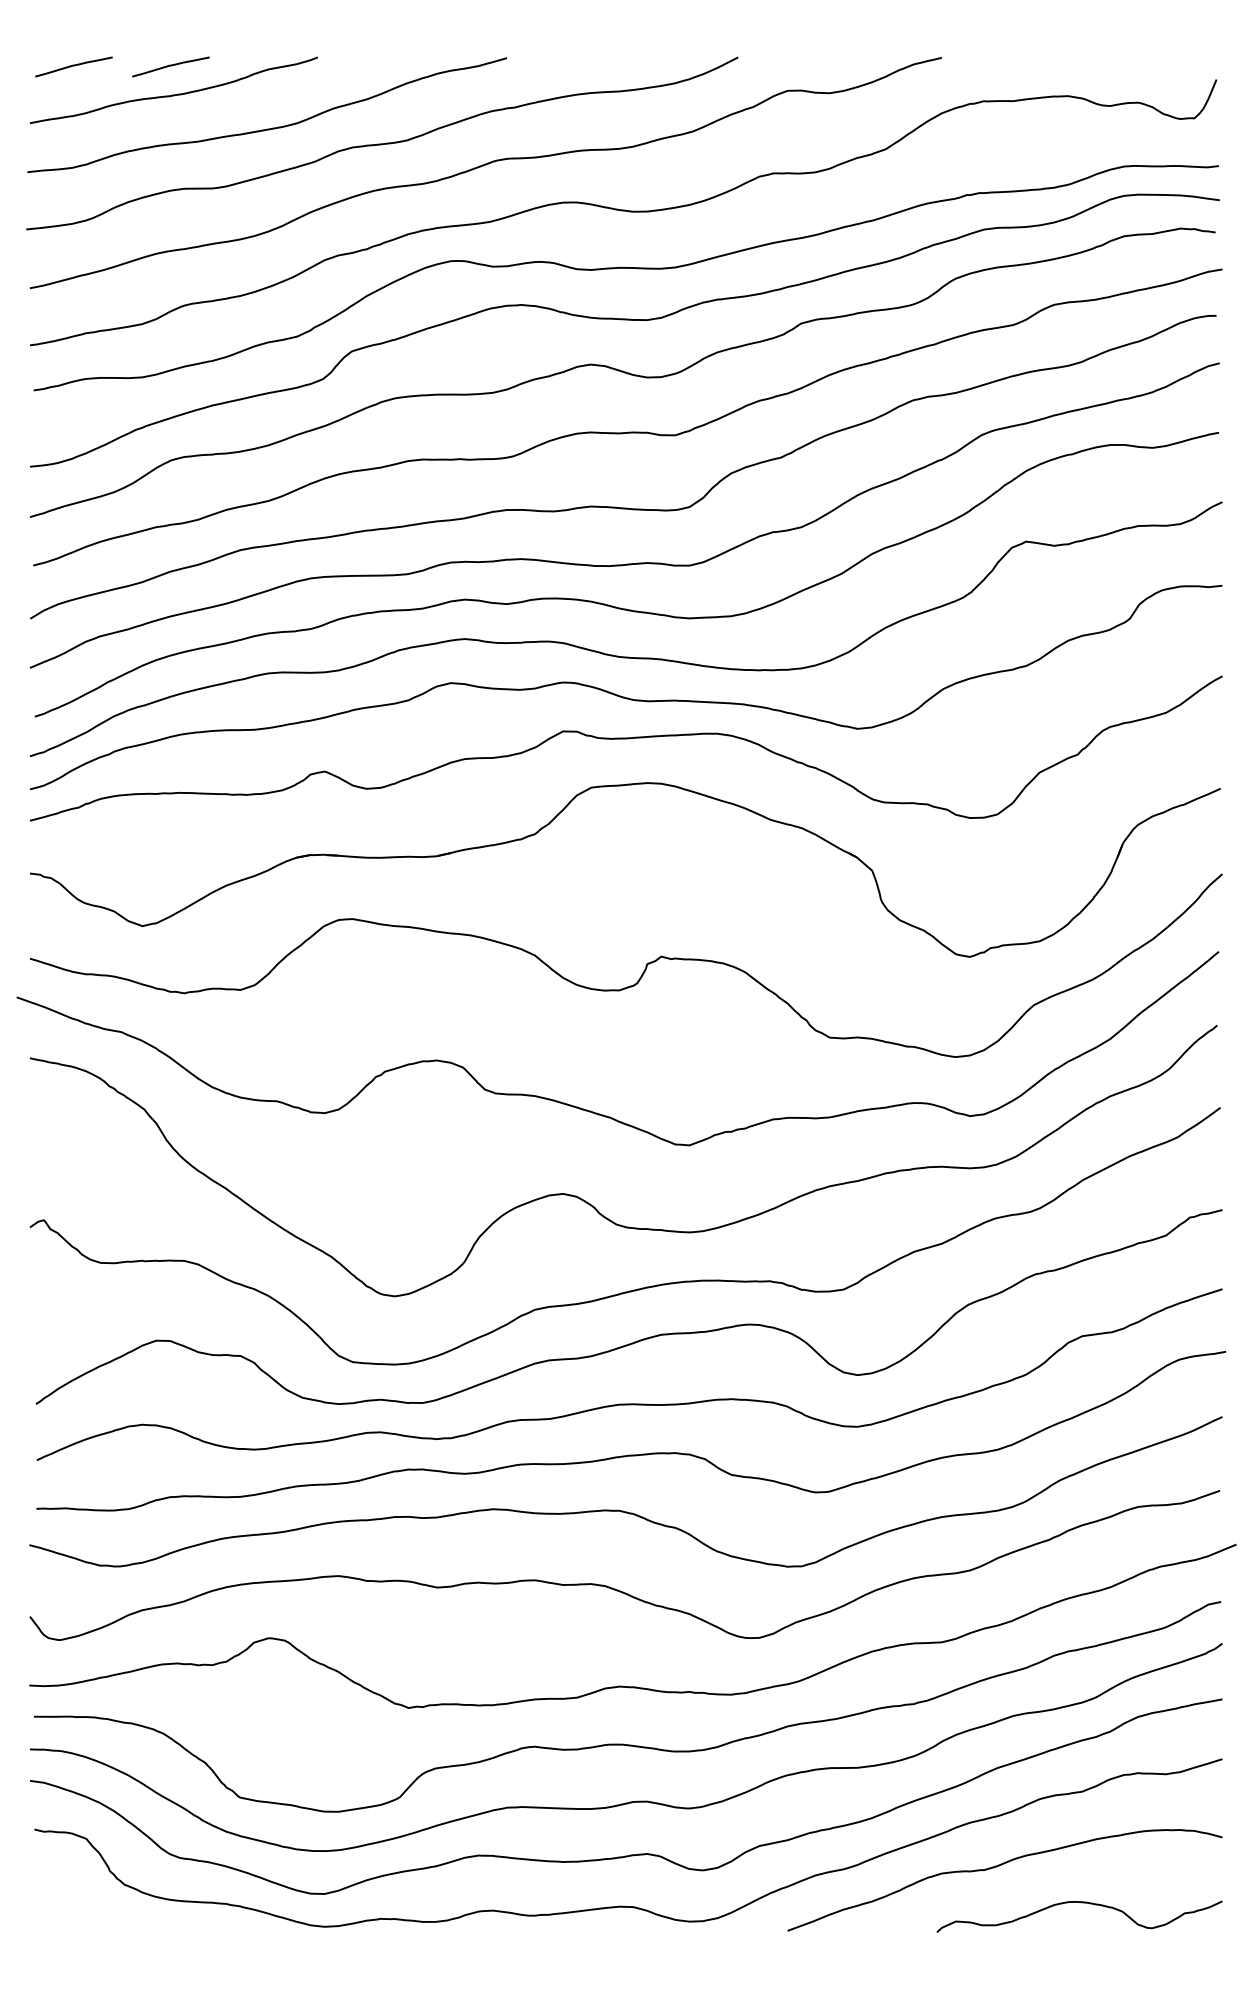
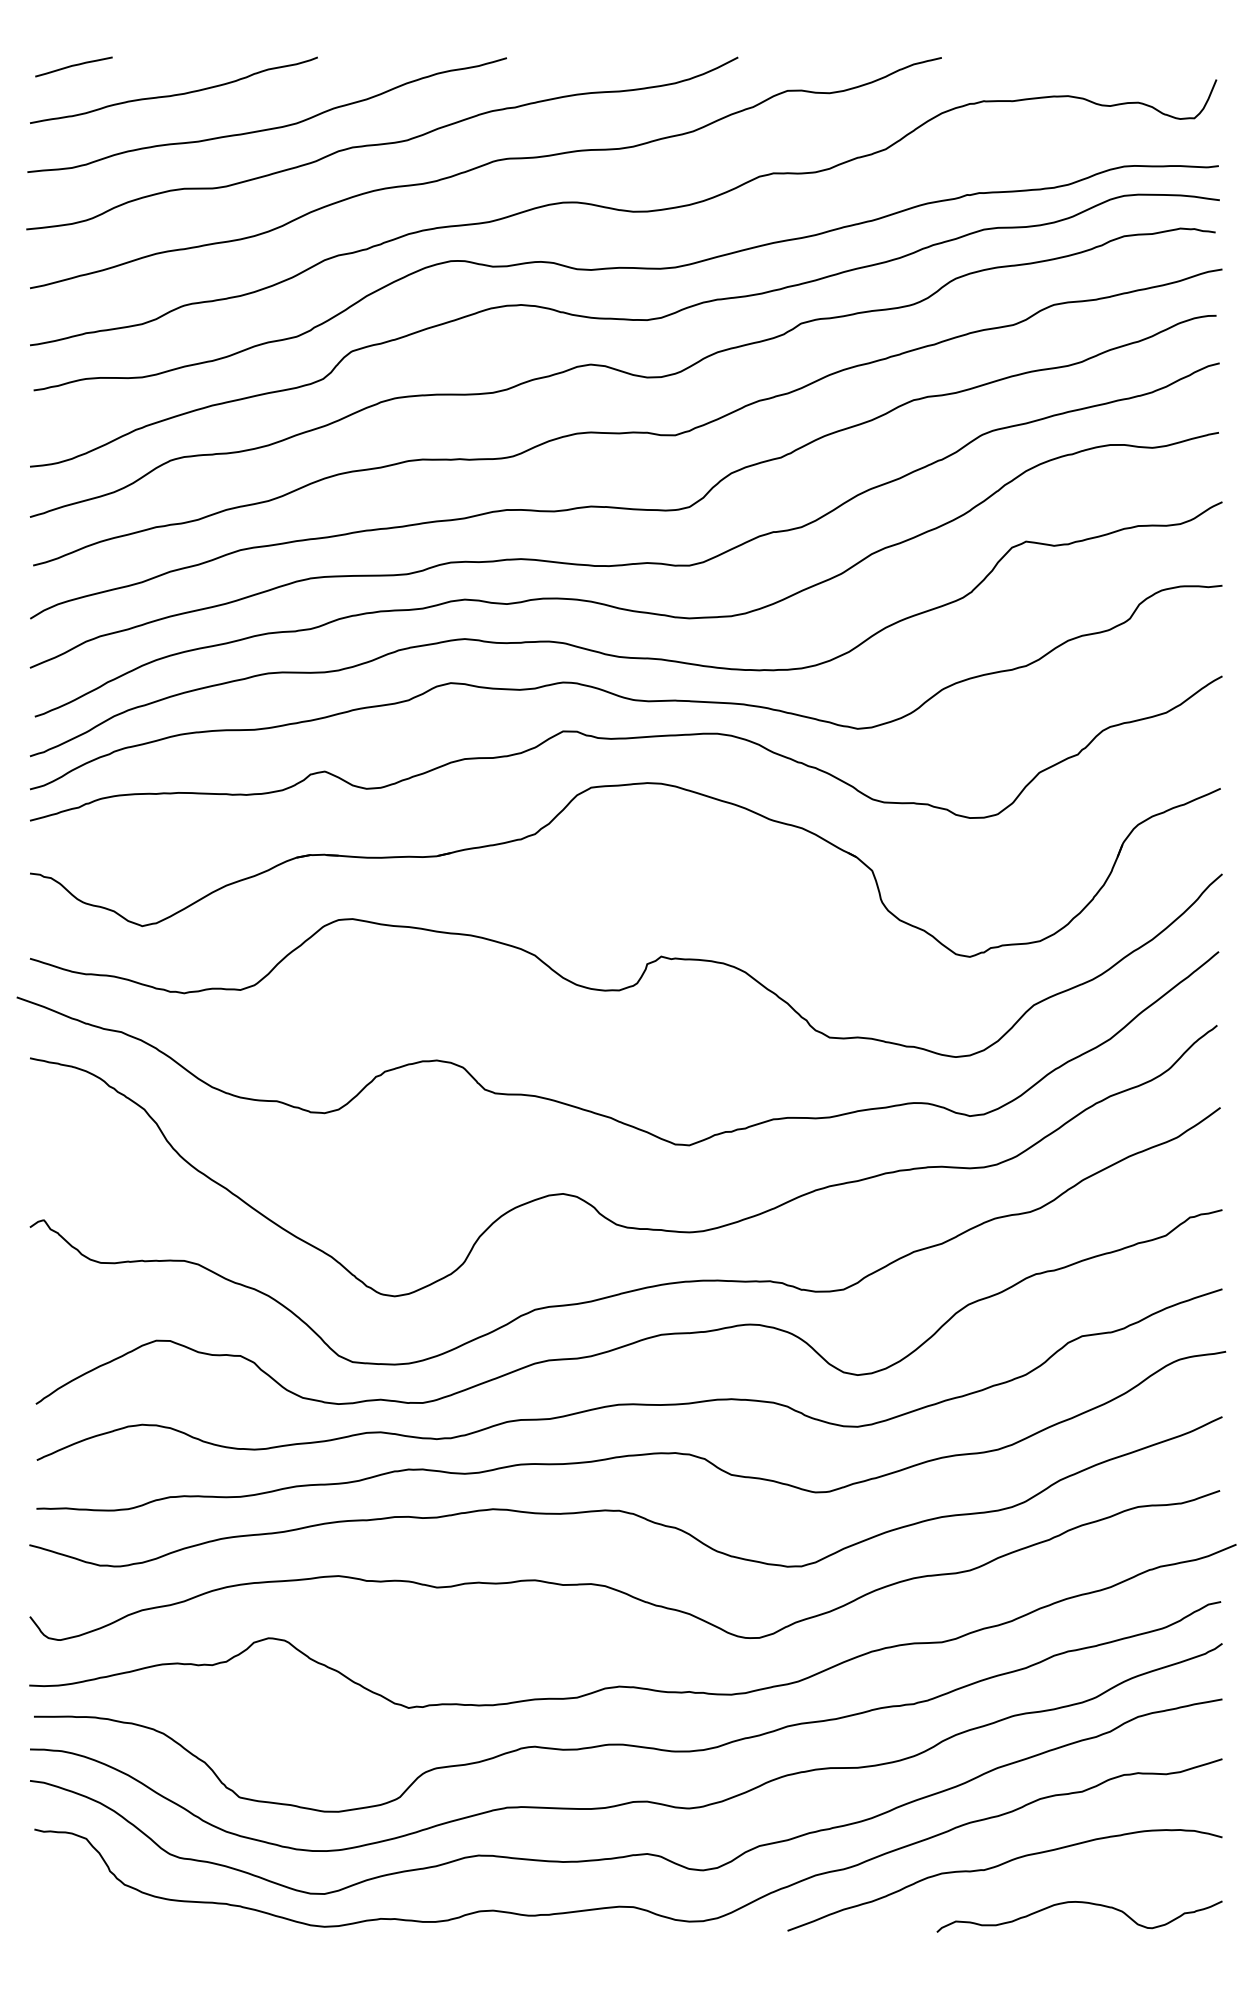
curve at (170, 66): present -> none
